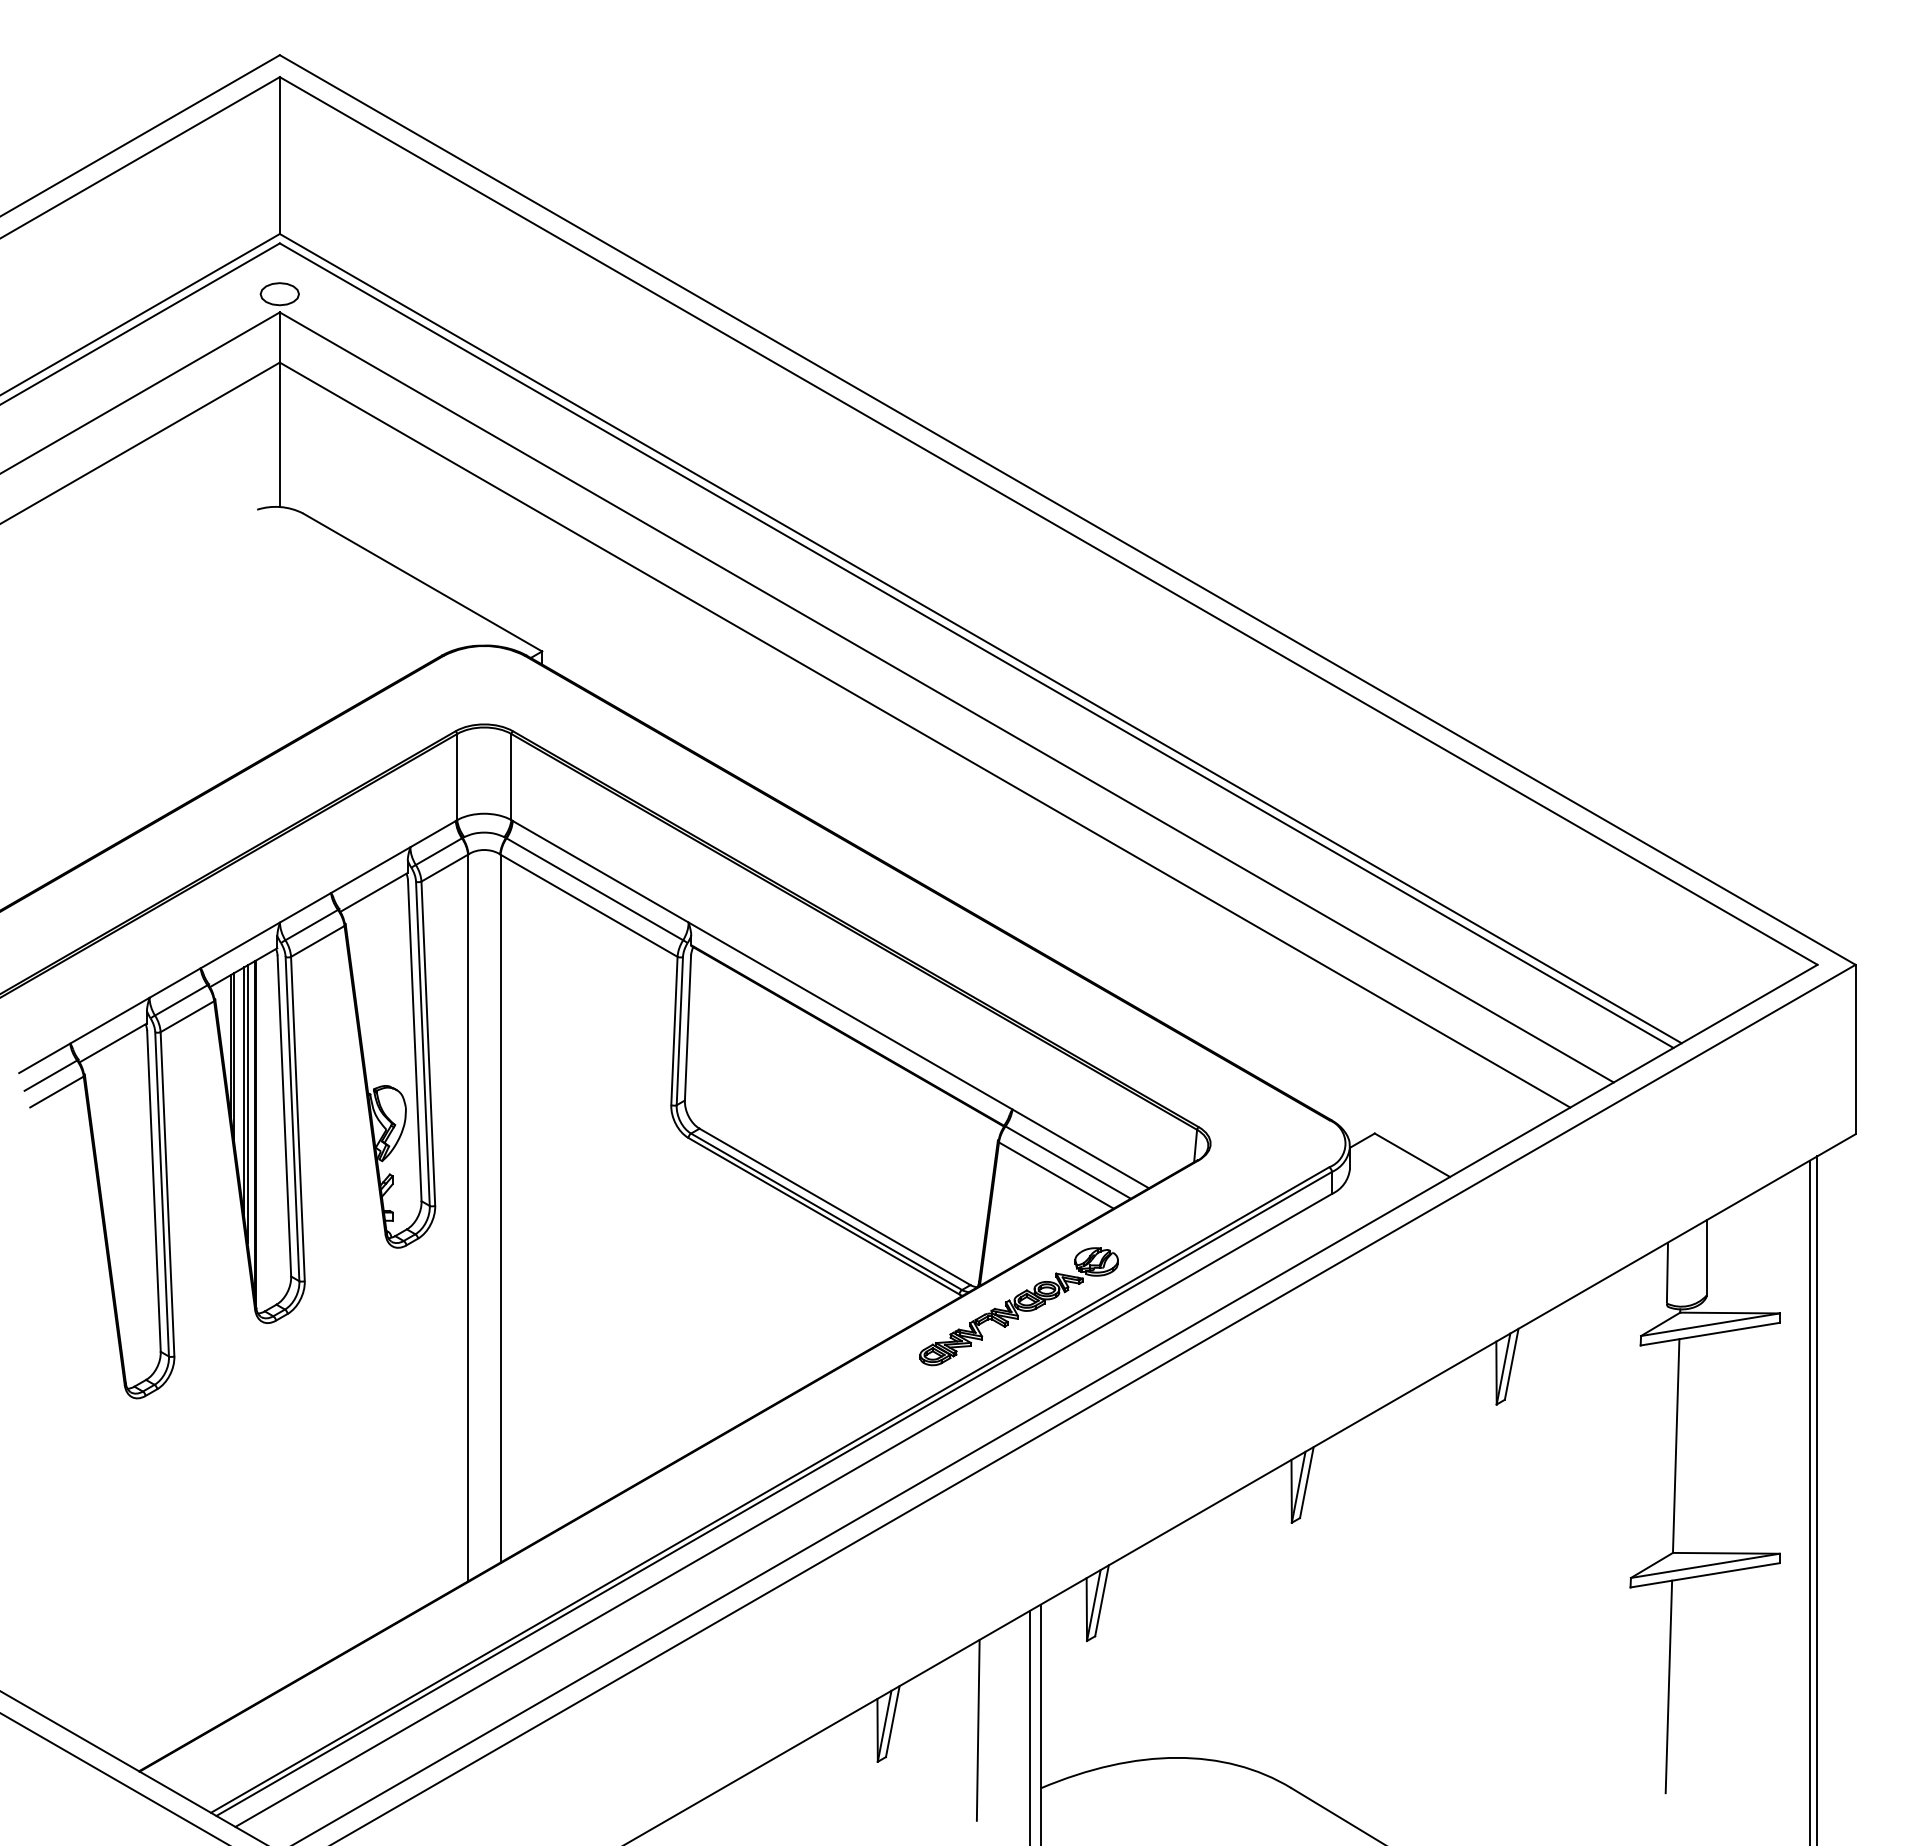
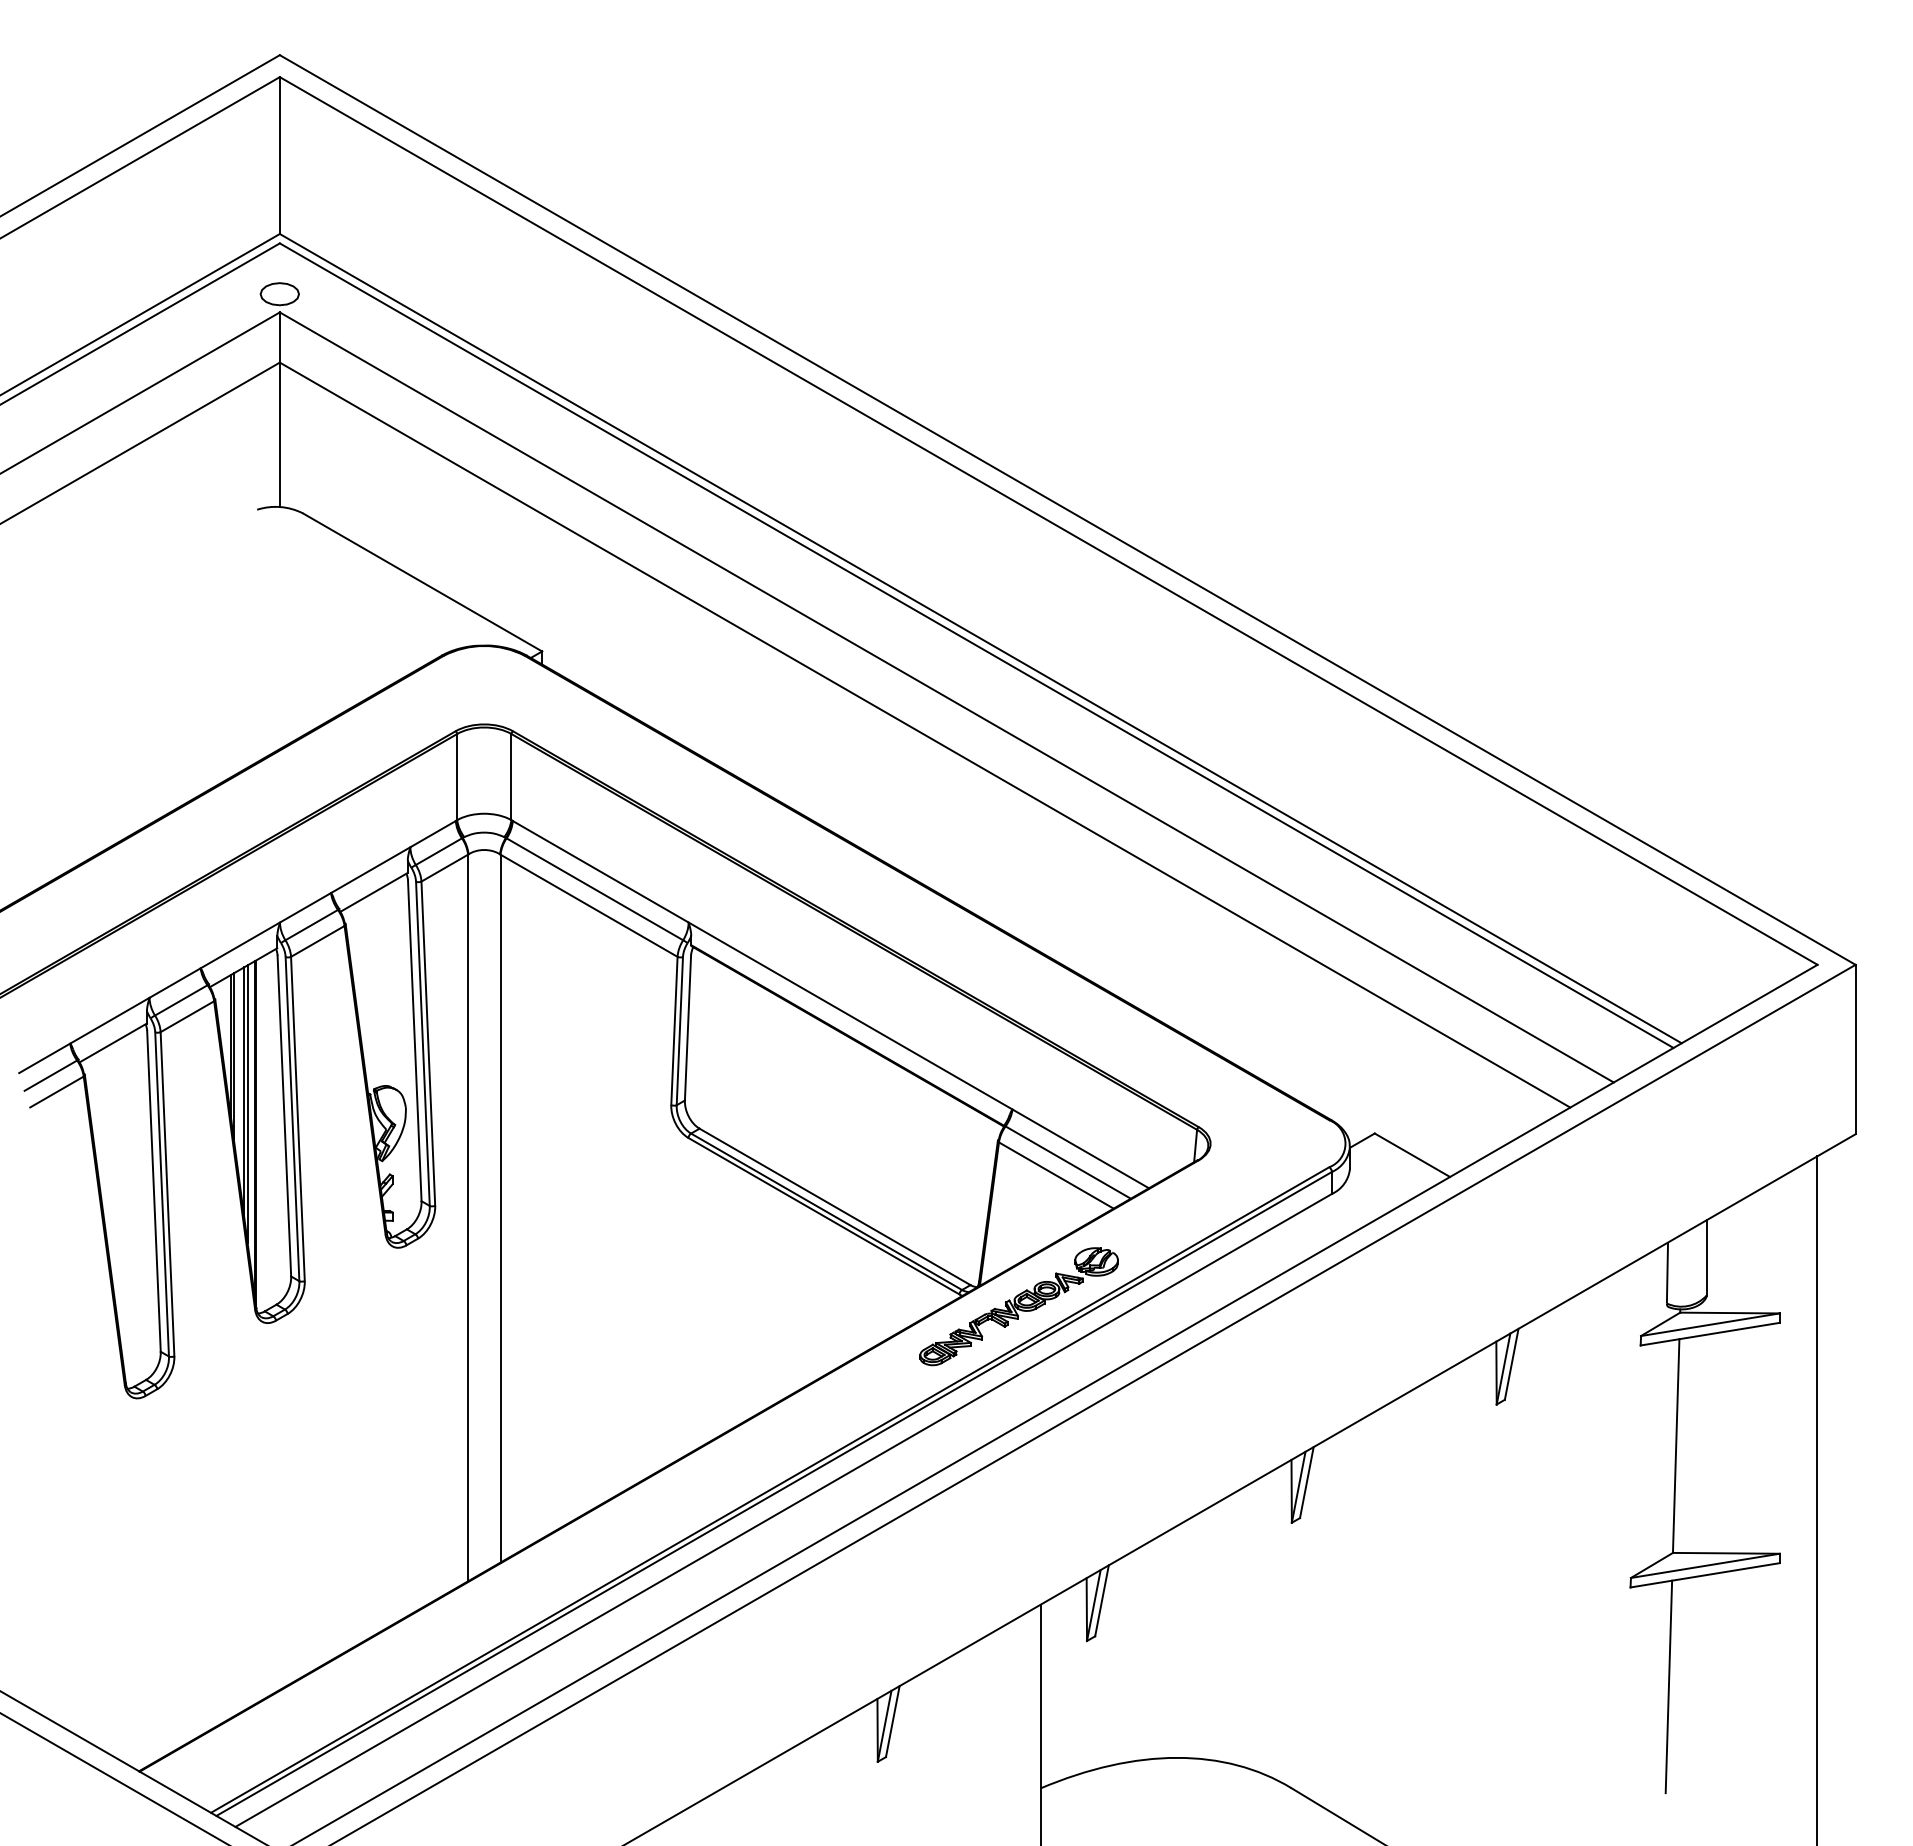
line at (1809, 1501): present -> none
line at (1029, 1726): present -> none
line at (977, 1729): present -> none
